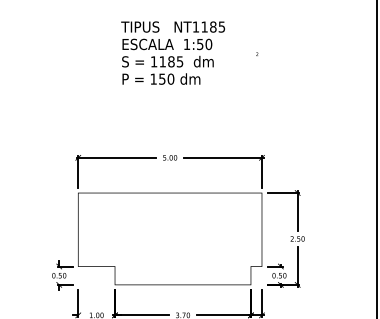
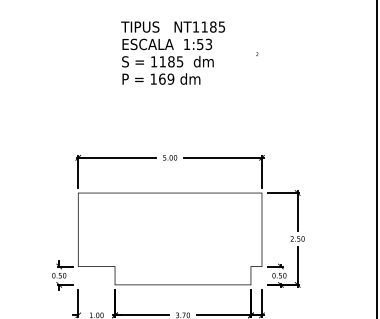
text at (208, 44): 1:50 -> 1:53
text at (166, 78): 150 -> 169
